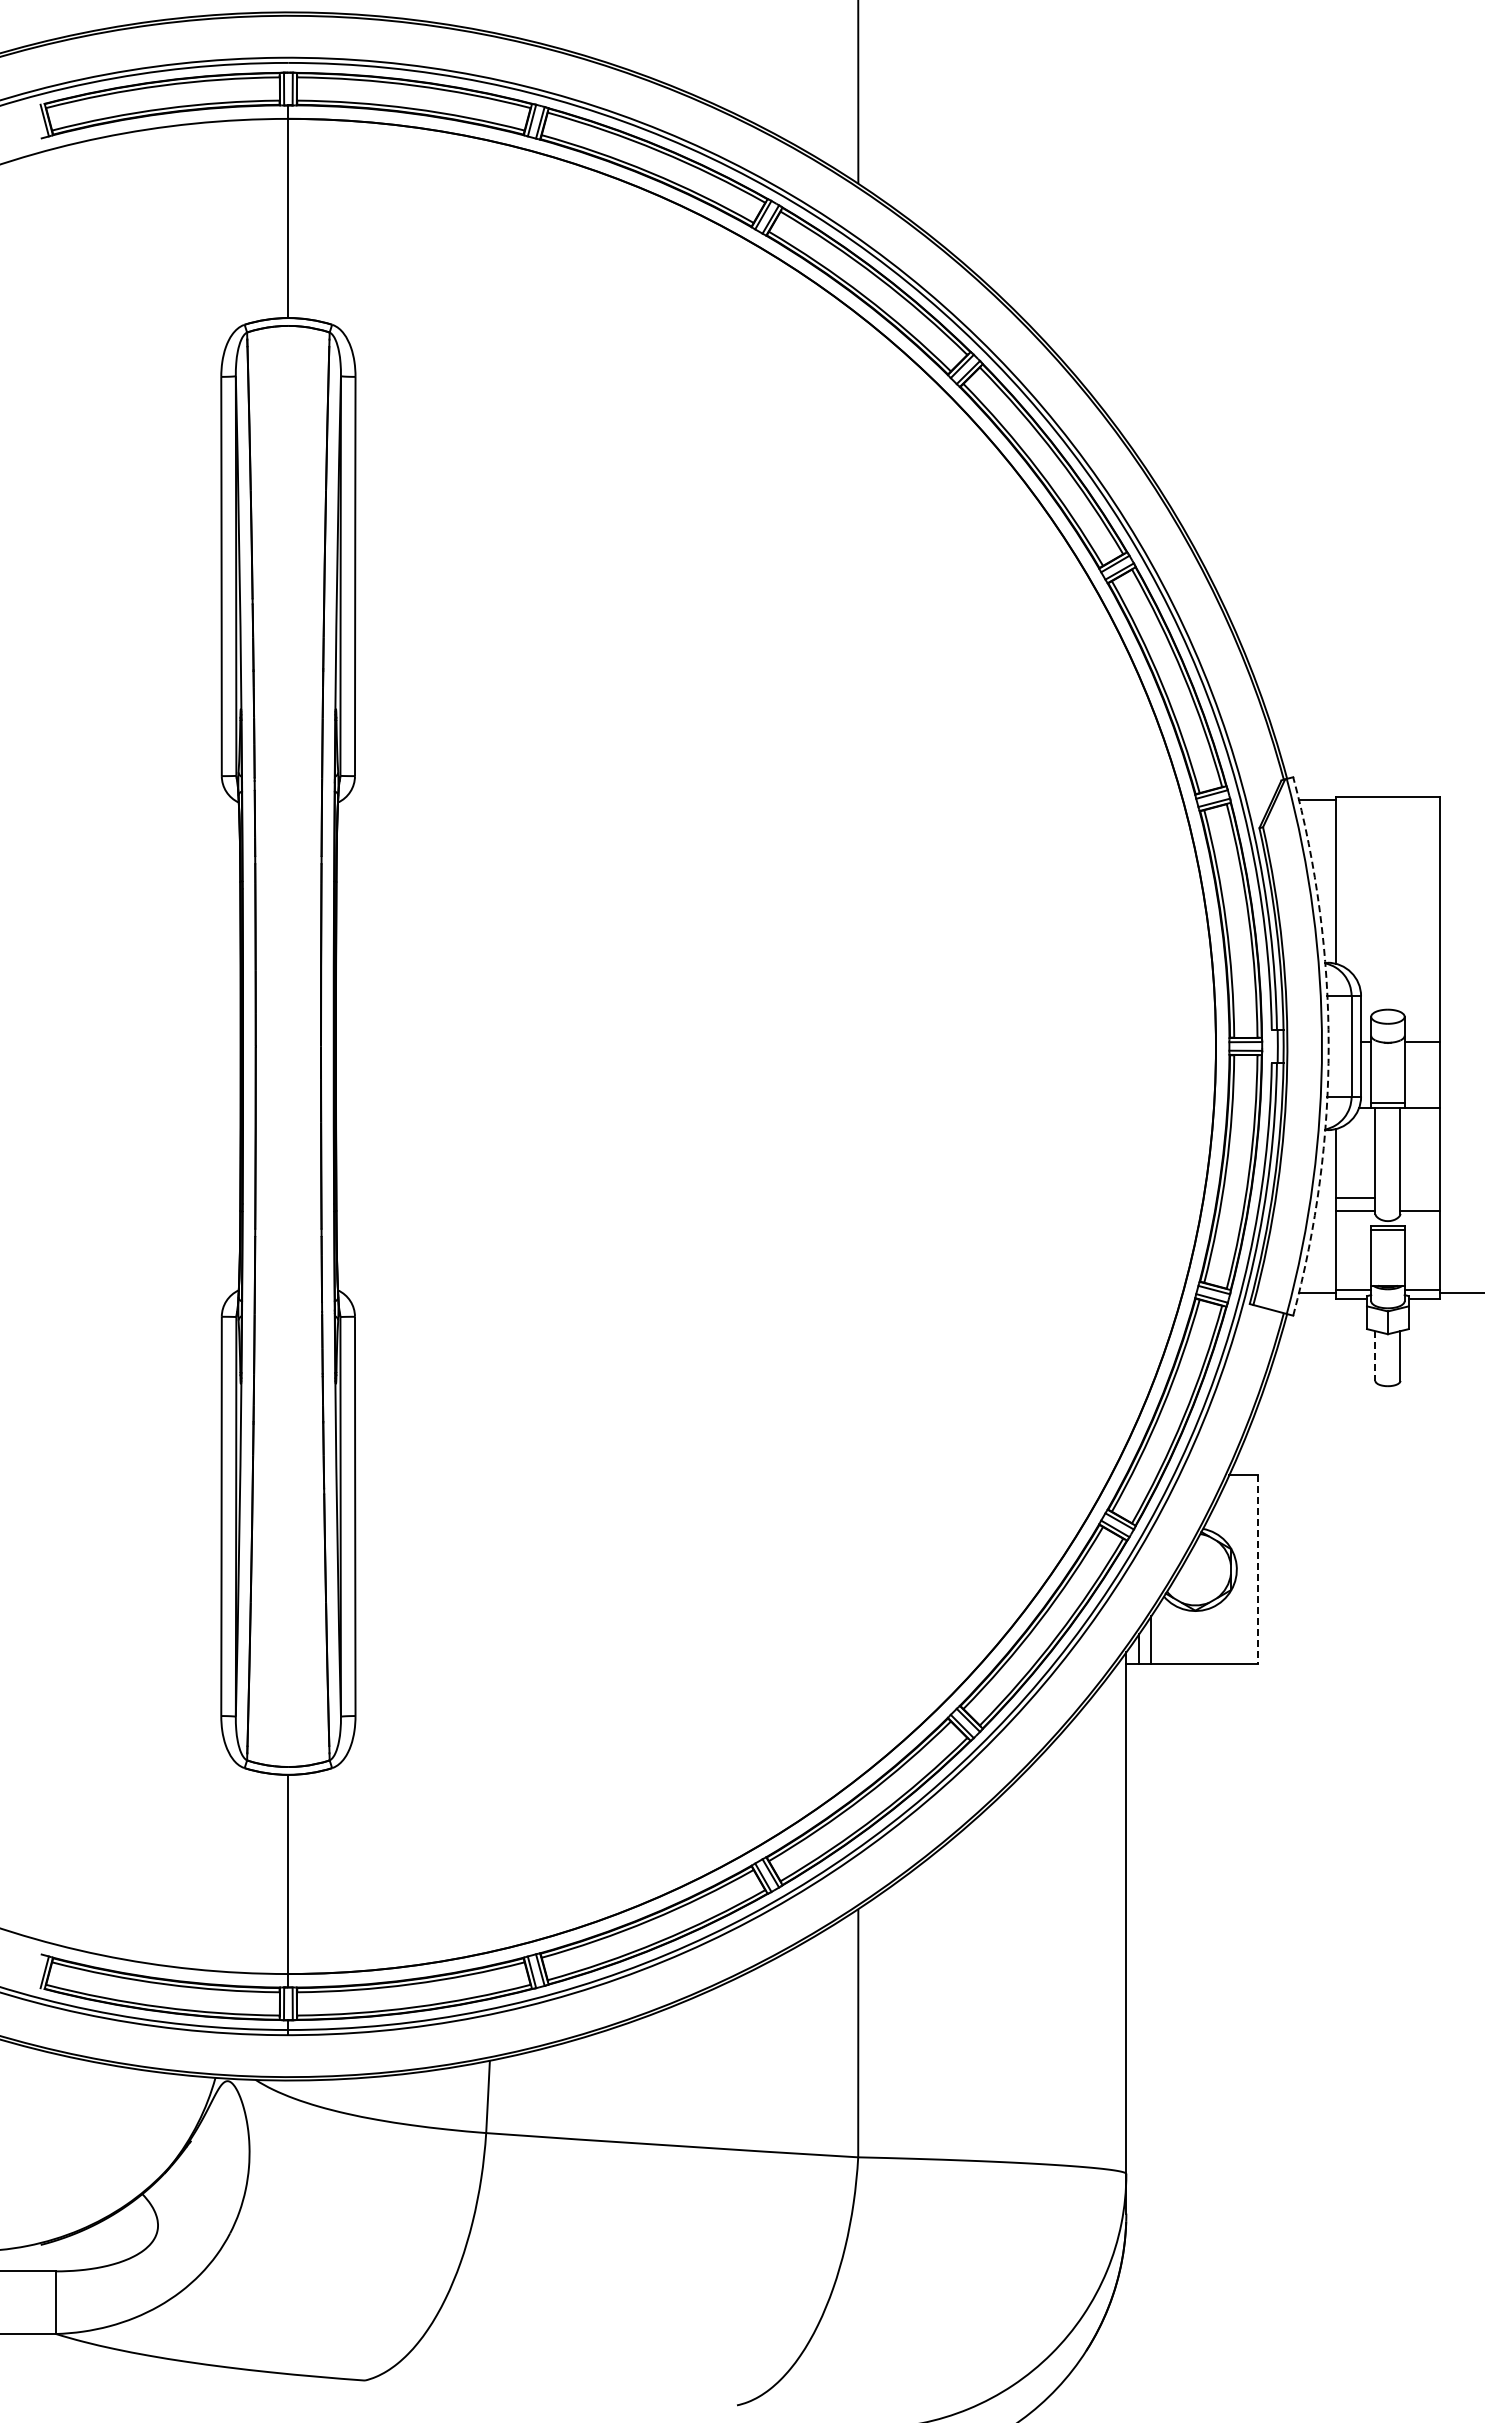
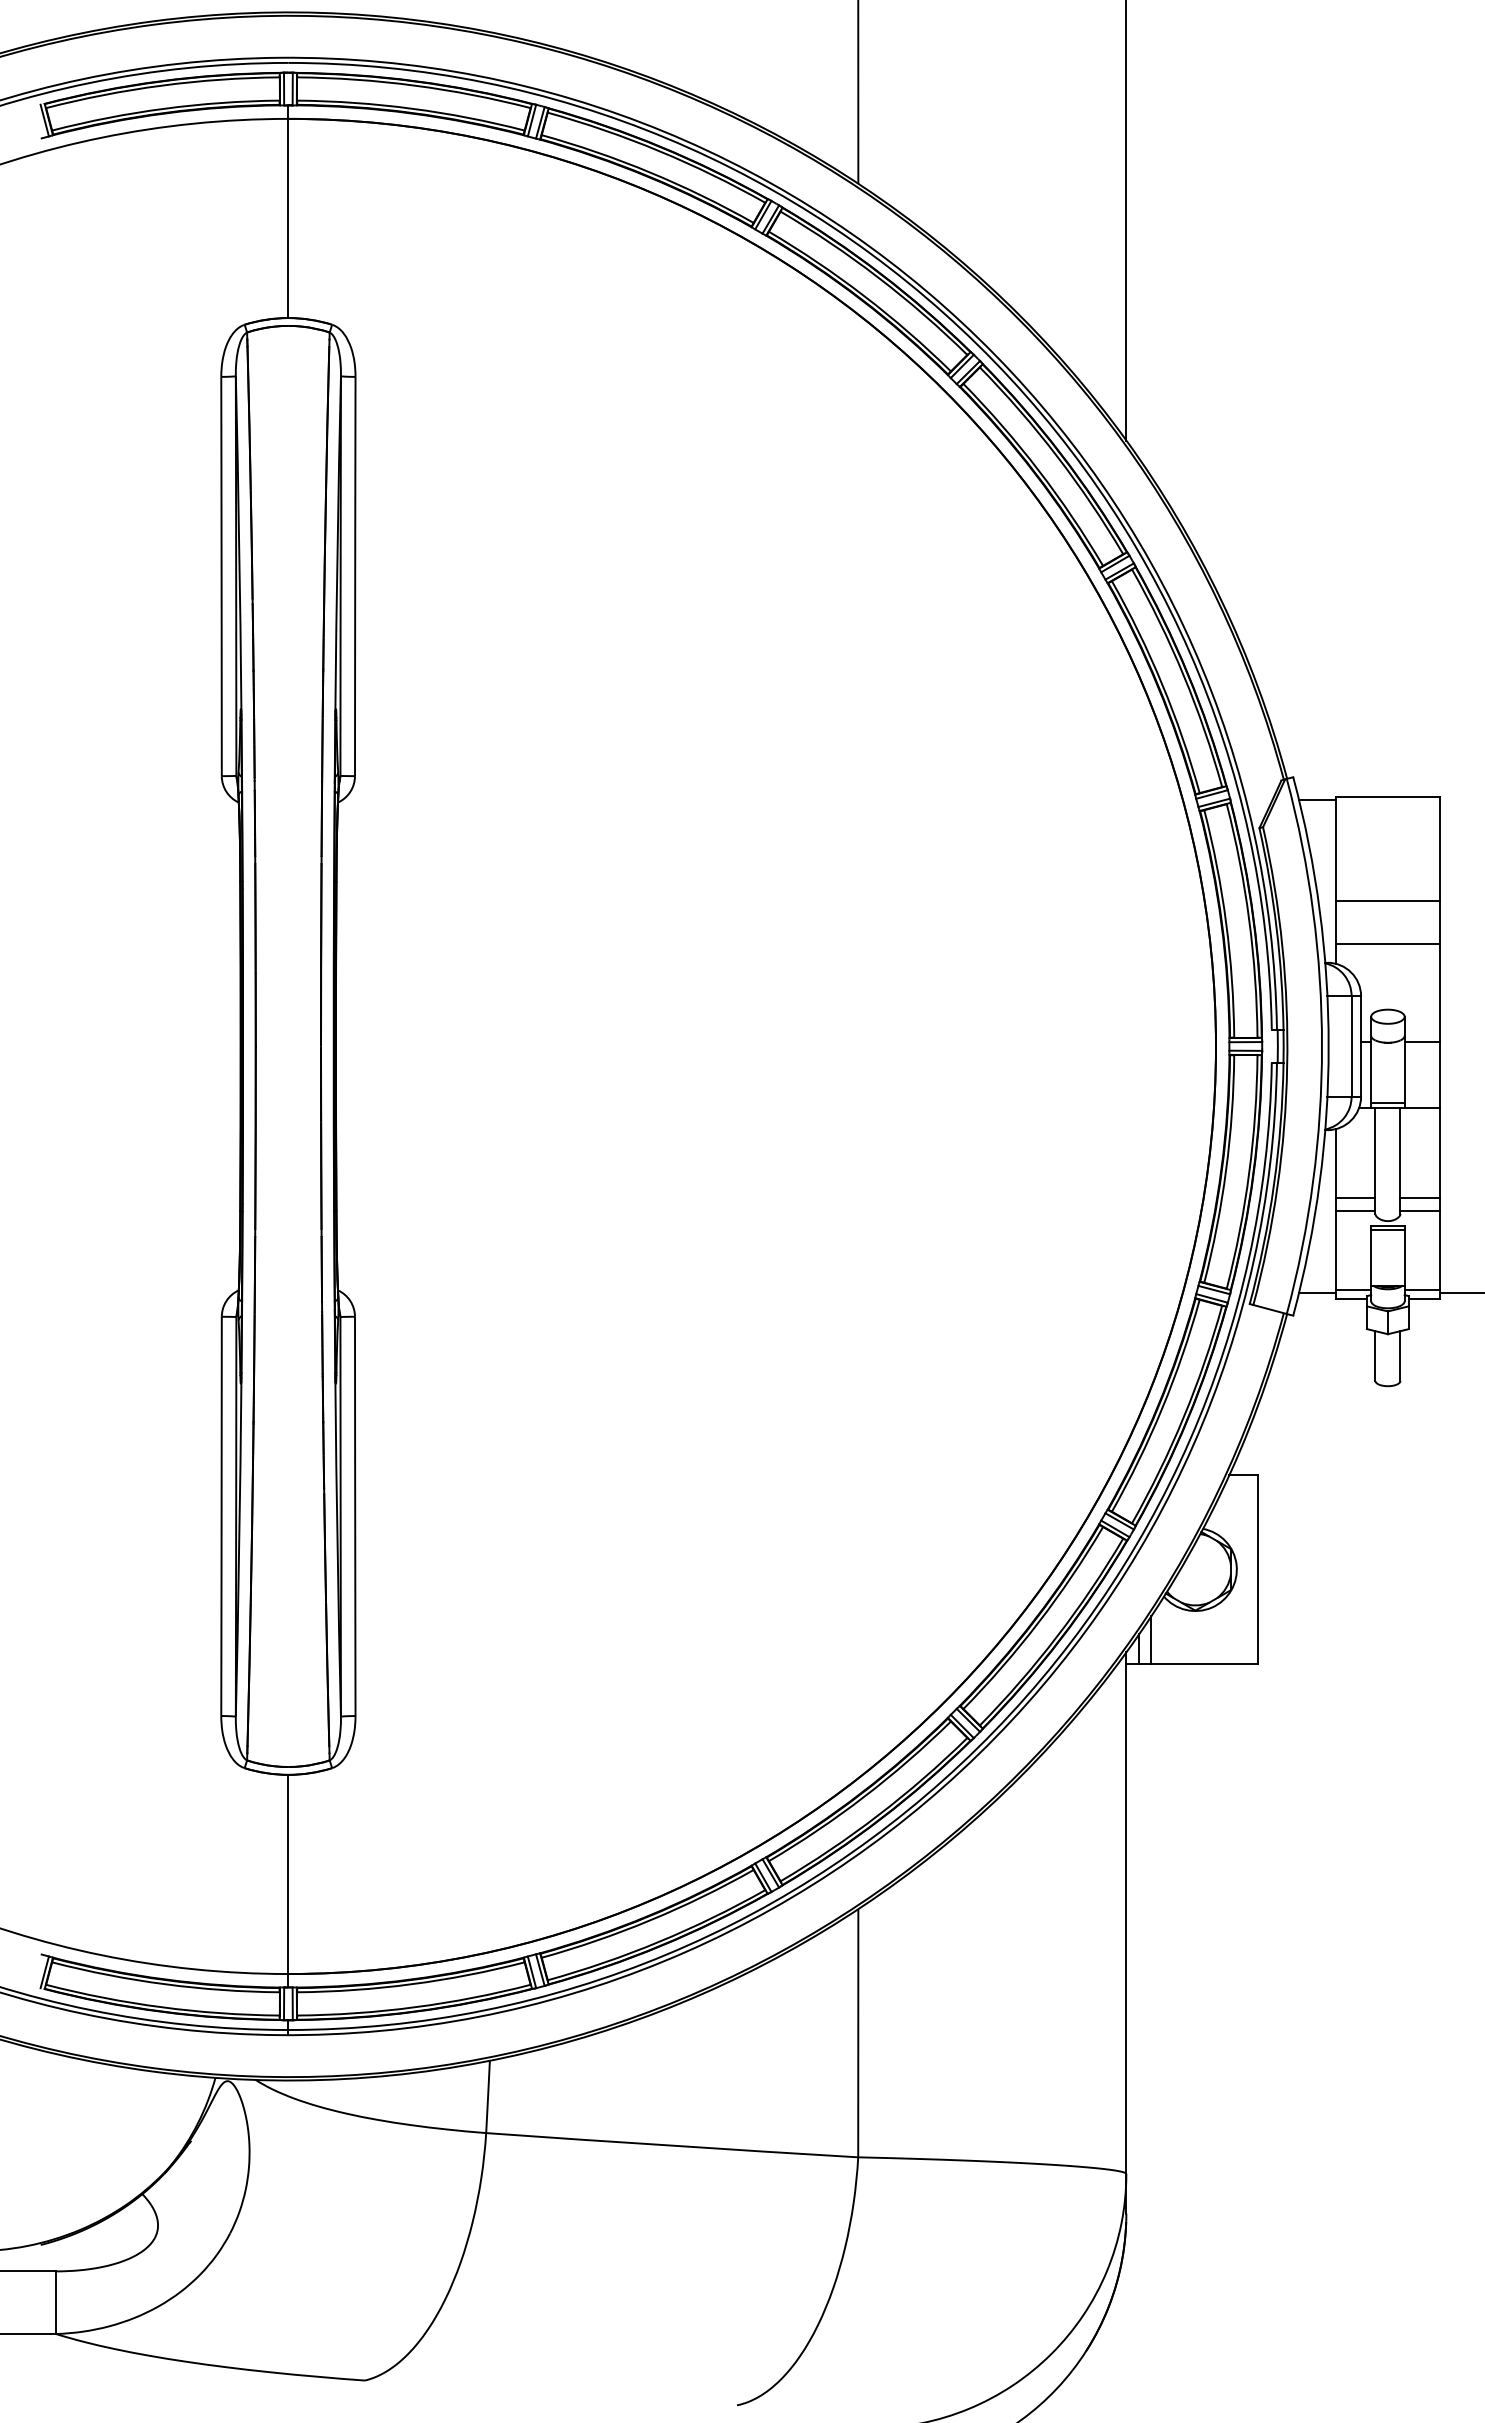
line at (1126, 221): none -> present
line at (1387, 901): none -> present
line at (1387, 943): none -> present
arc at (1328, 1046): dashed -> solid
line at (1420, 1198): none -> present
line at (1375, 1356): dashed -> solid
line at (1258, 1570): dashed -> solid
